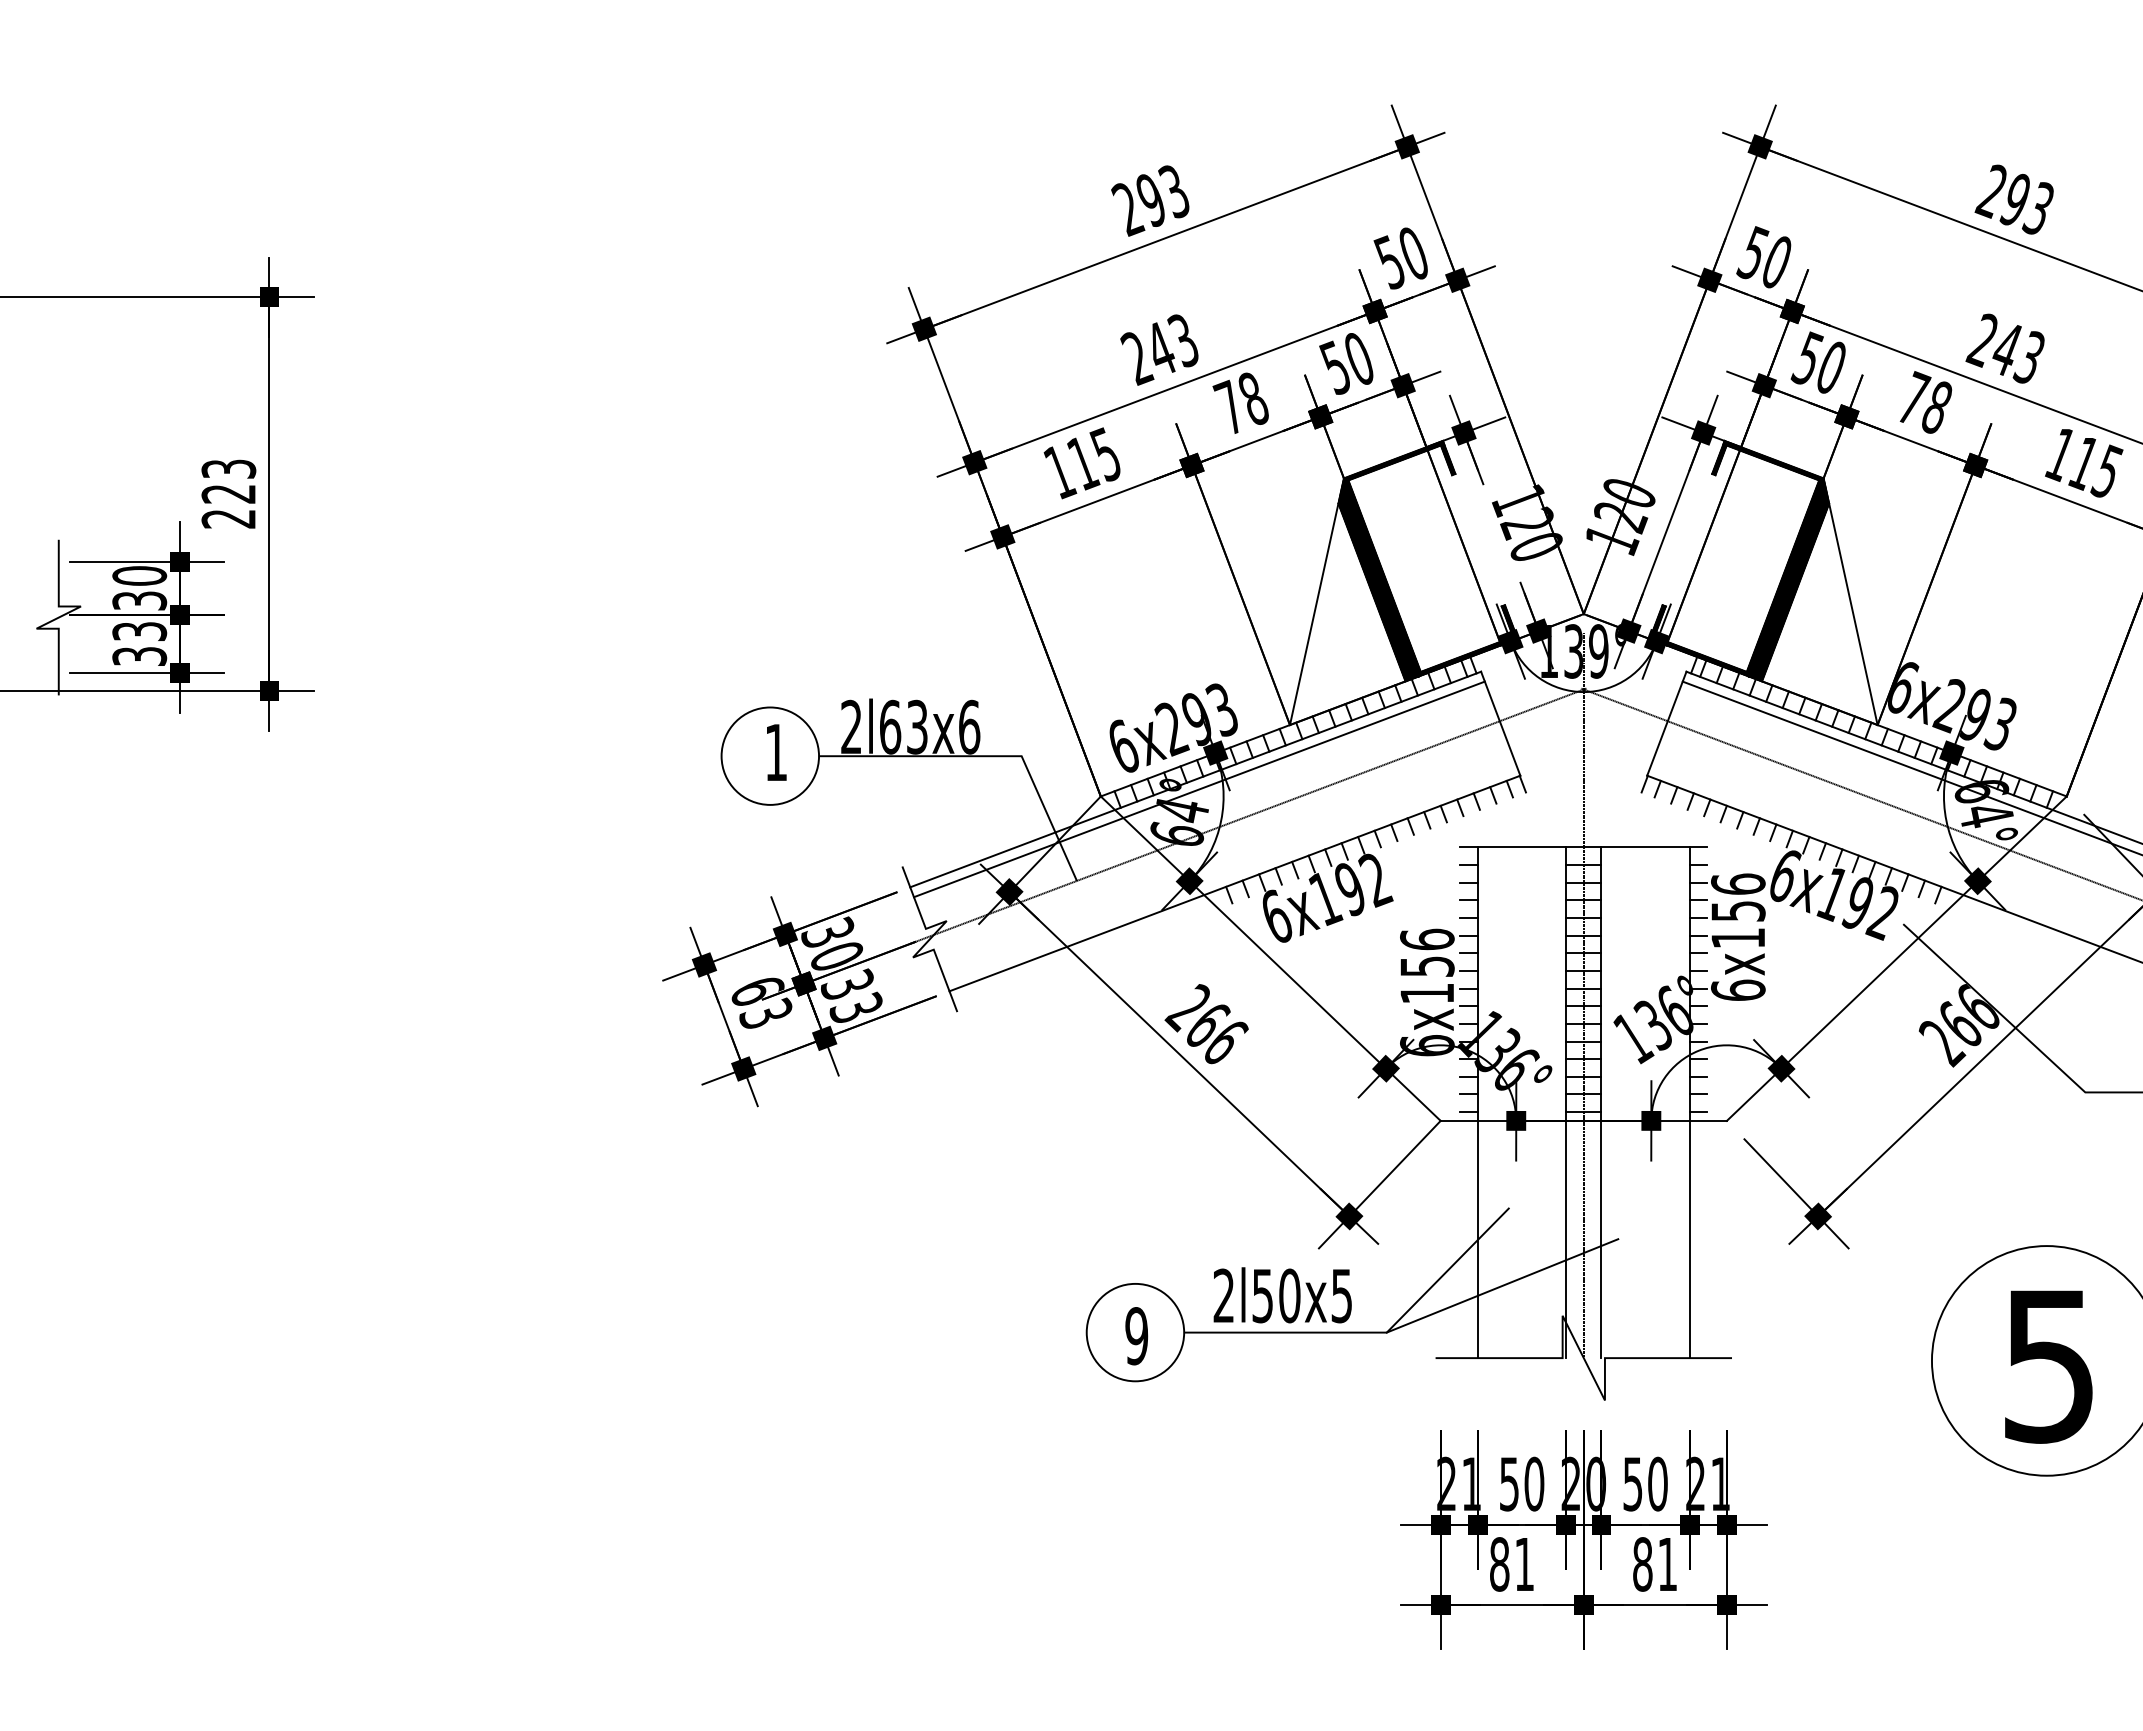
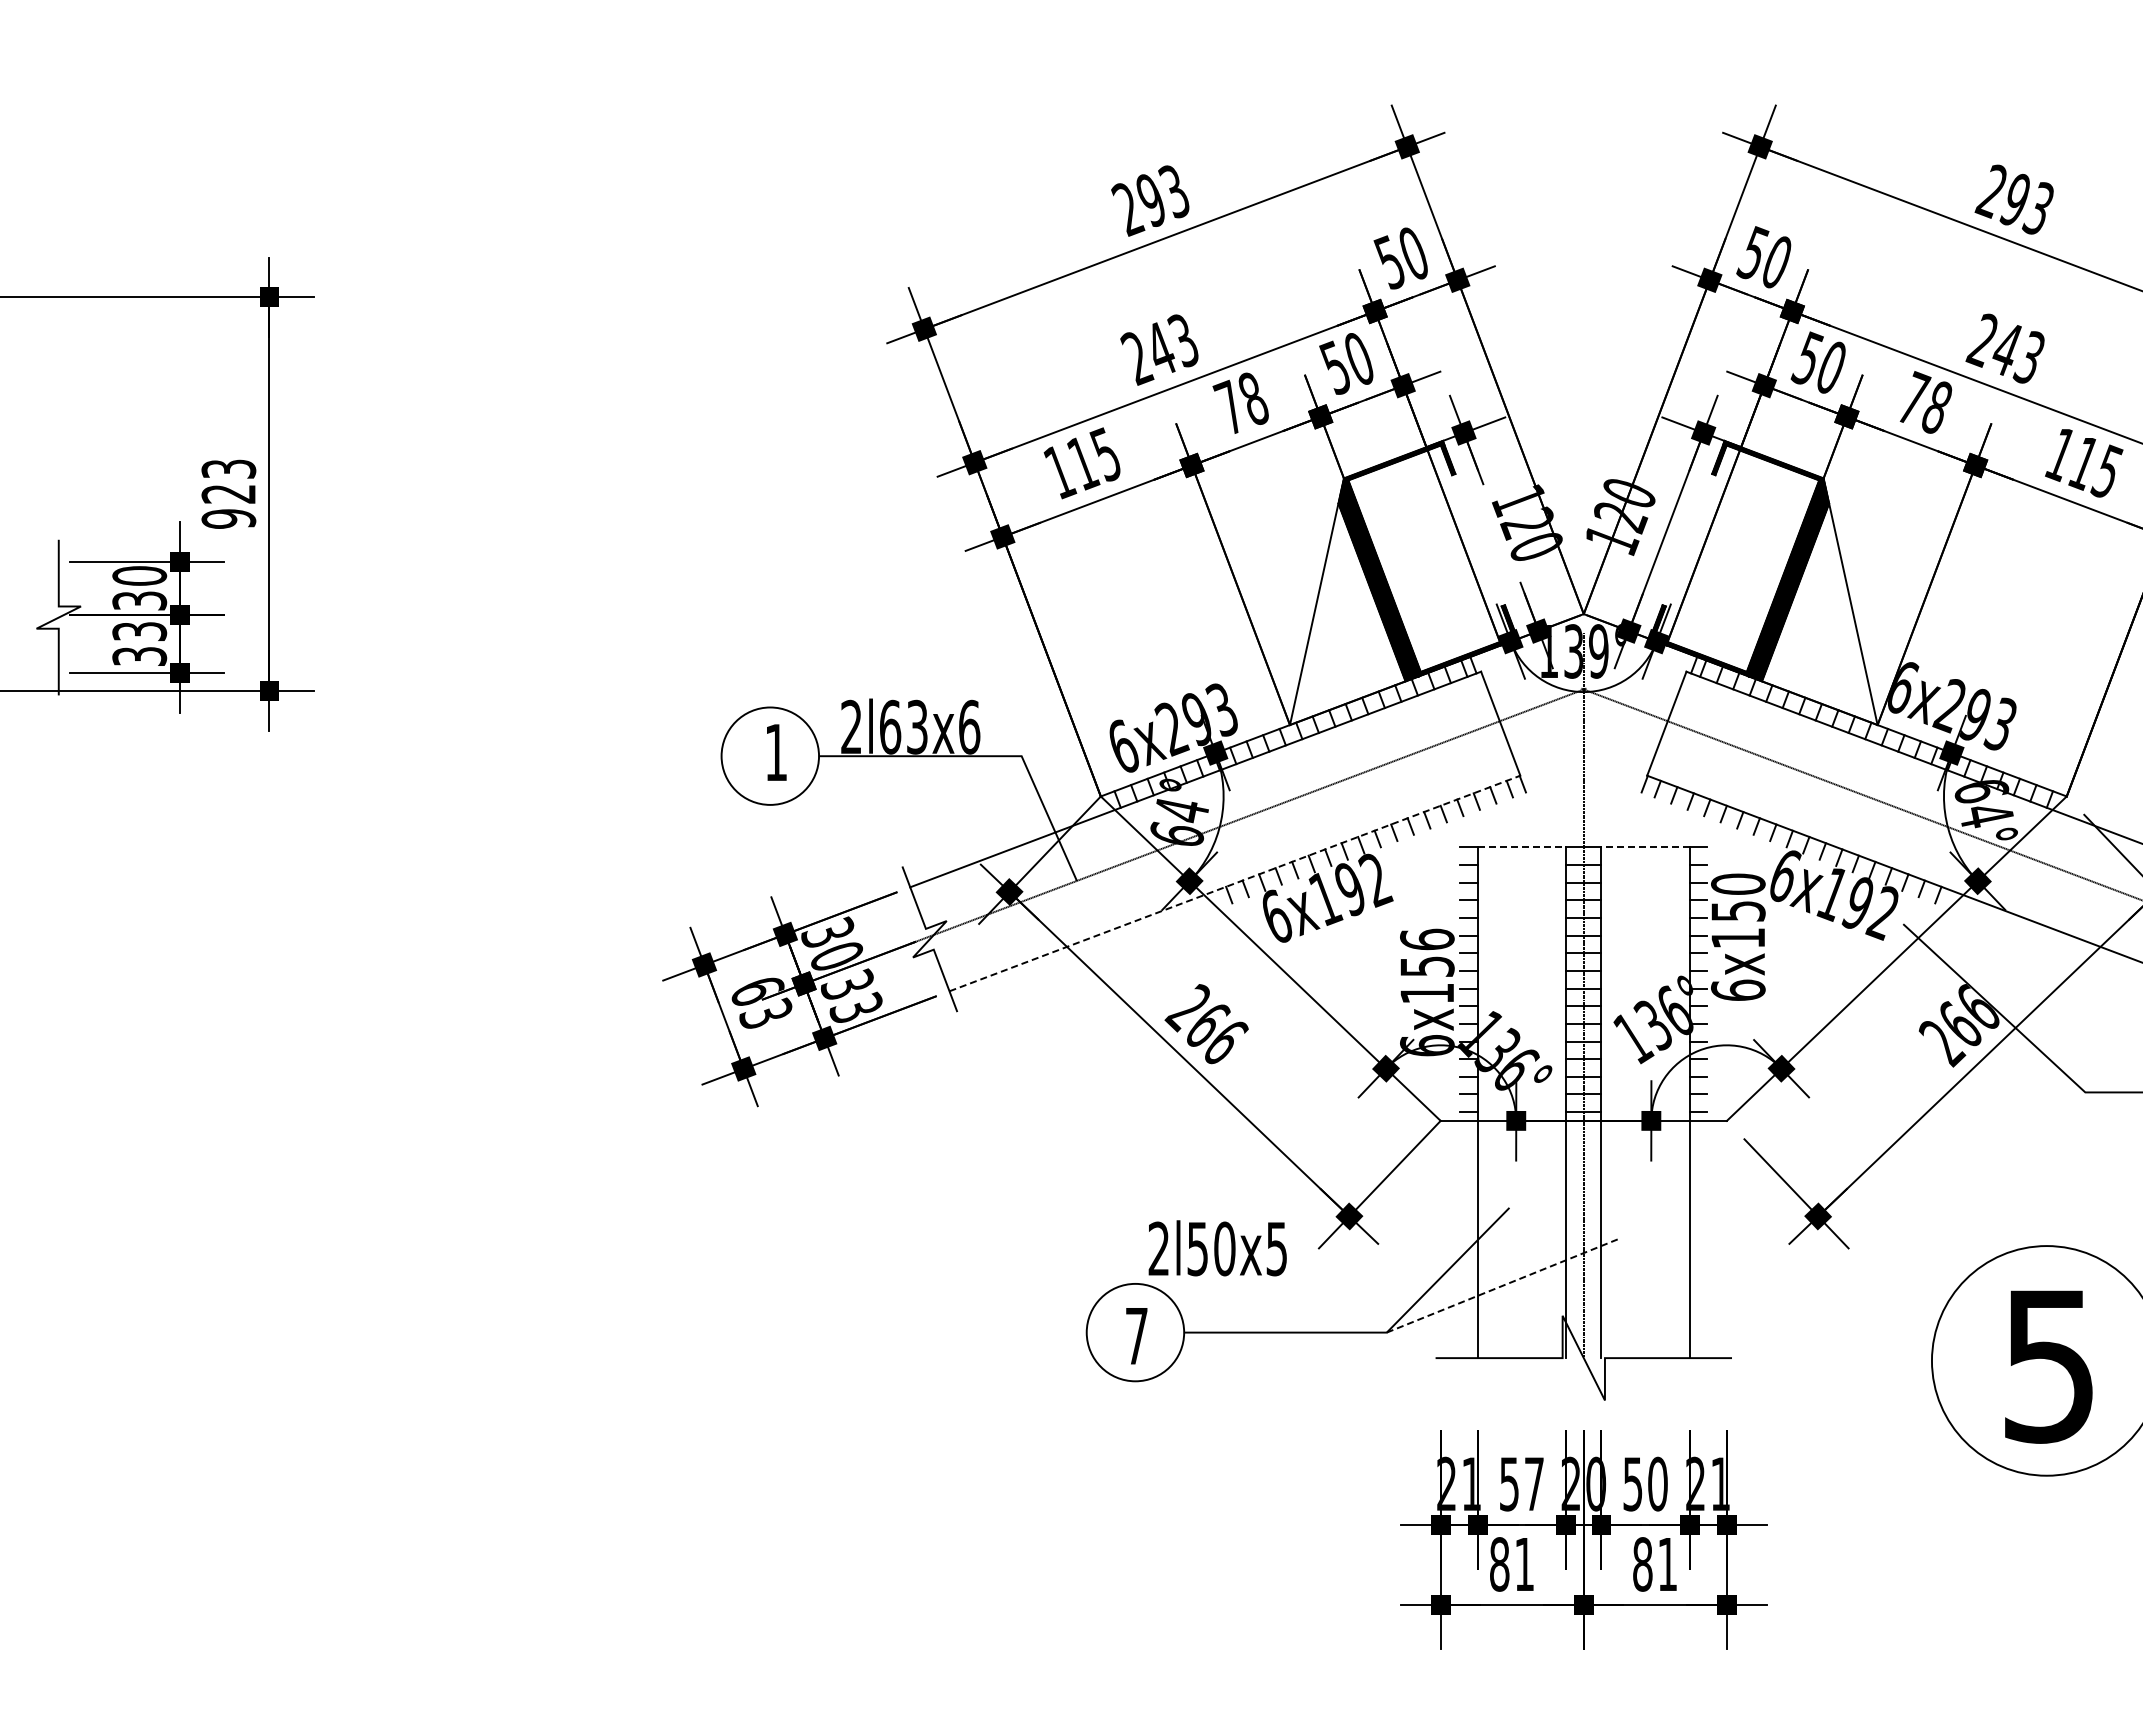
text at (228, 518): 223 -> 923
line at (1910, 767): present -> none
line at (1198, 789): present -> none
line at (1522, 846): solid -> dashed
line at (1645, 846): solid -> dashed
line at (1235, 883): solid -> dashed
text at (1738, 883): 6x156 -> 6x150
line at (1502, 1285): solid -> dashed
text at (1282, 1295) position: (1282, 1295) -> (1217, 1248)
text at (1136, 1336): 9 -> 7
text at (1534, 1483): 50 -> 57
